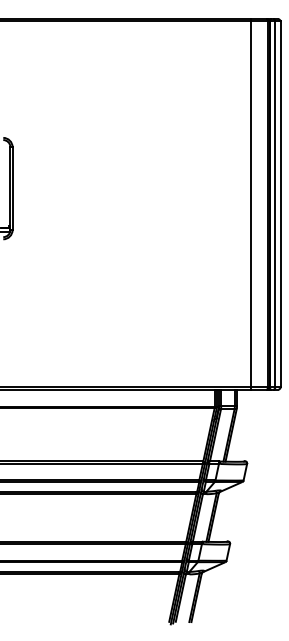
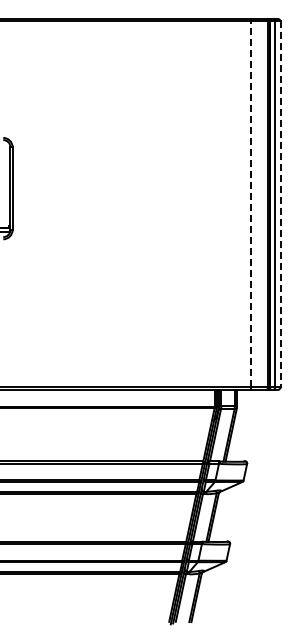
line at (251, 203): solid -> dashed
line at (280, 204): solid -> dashed
